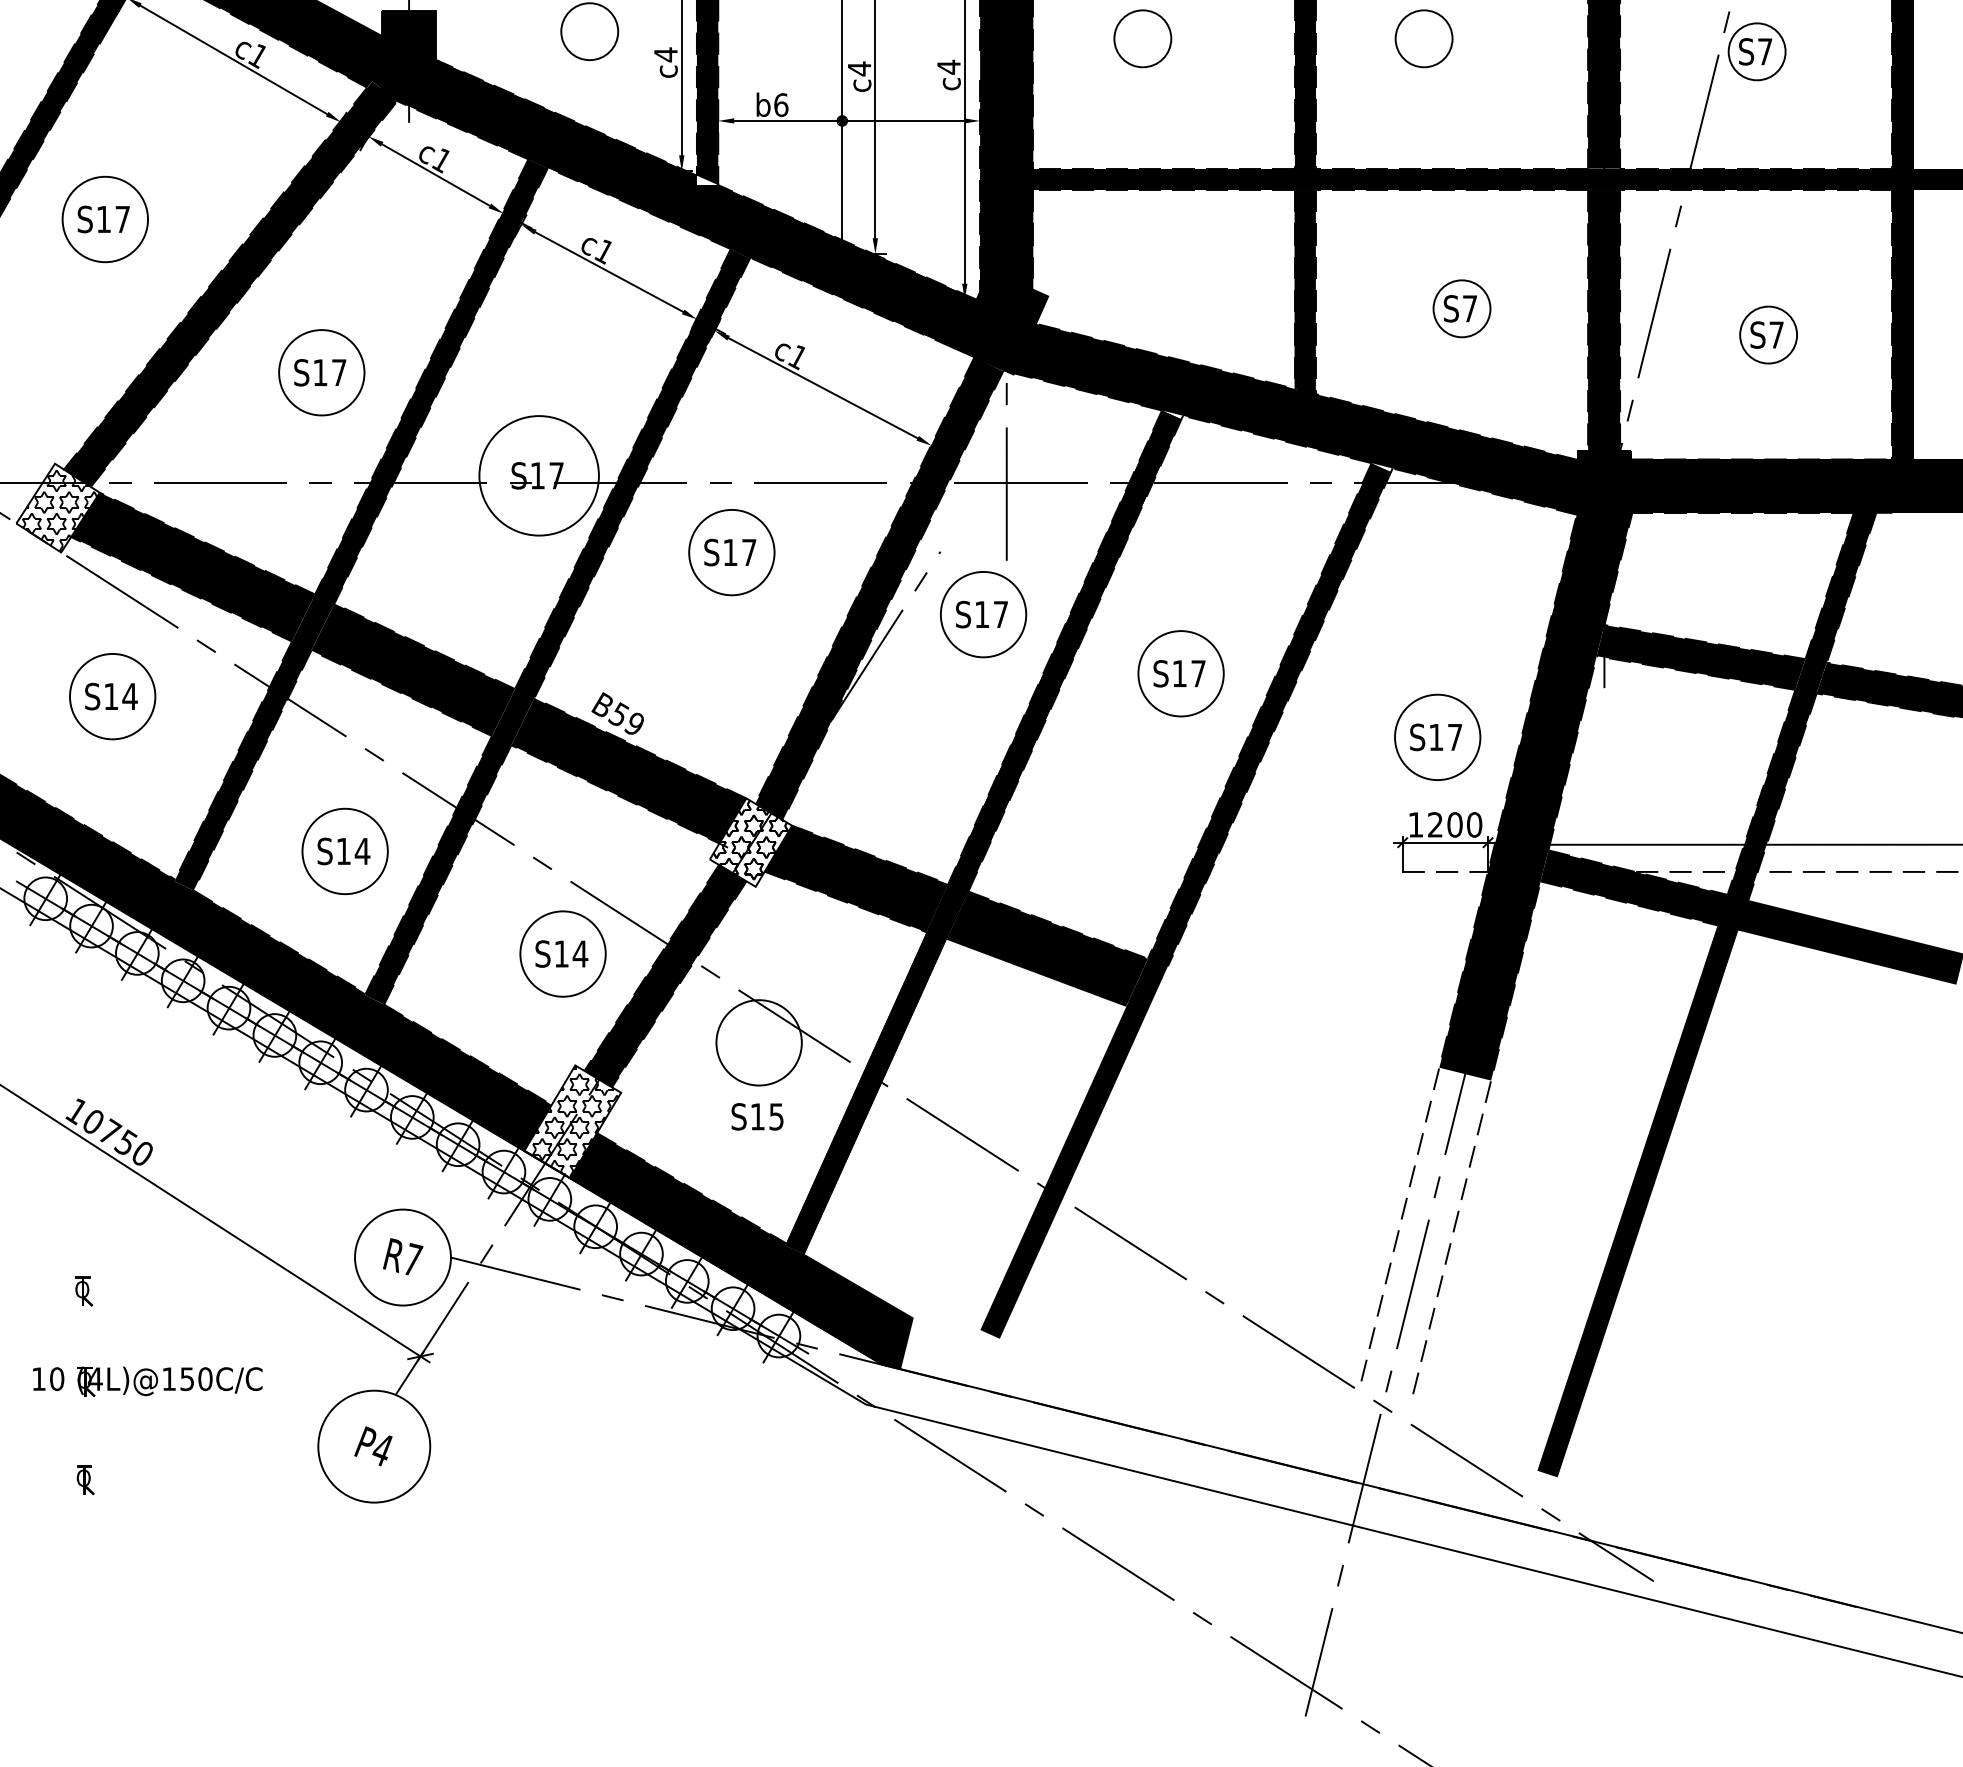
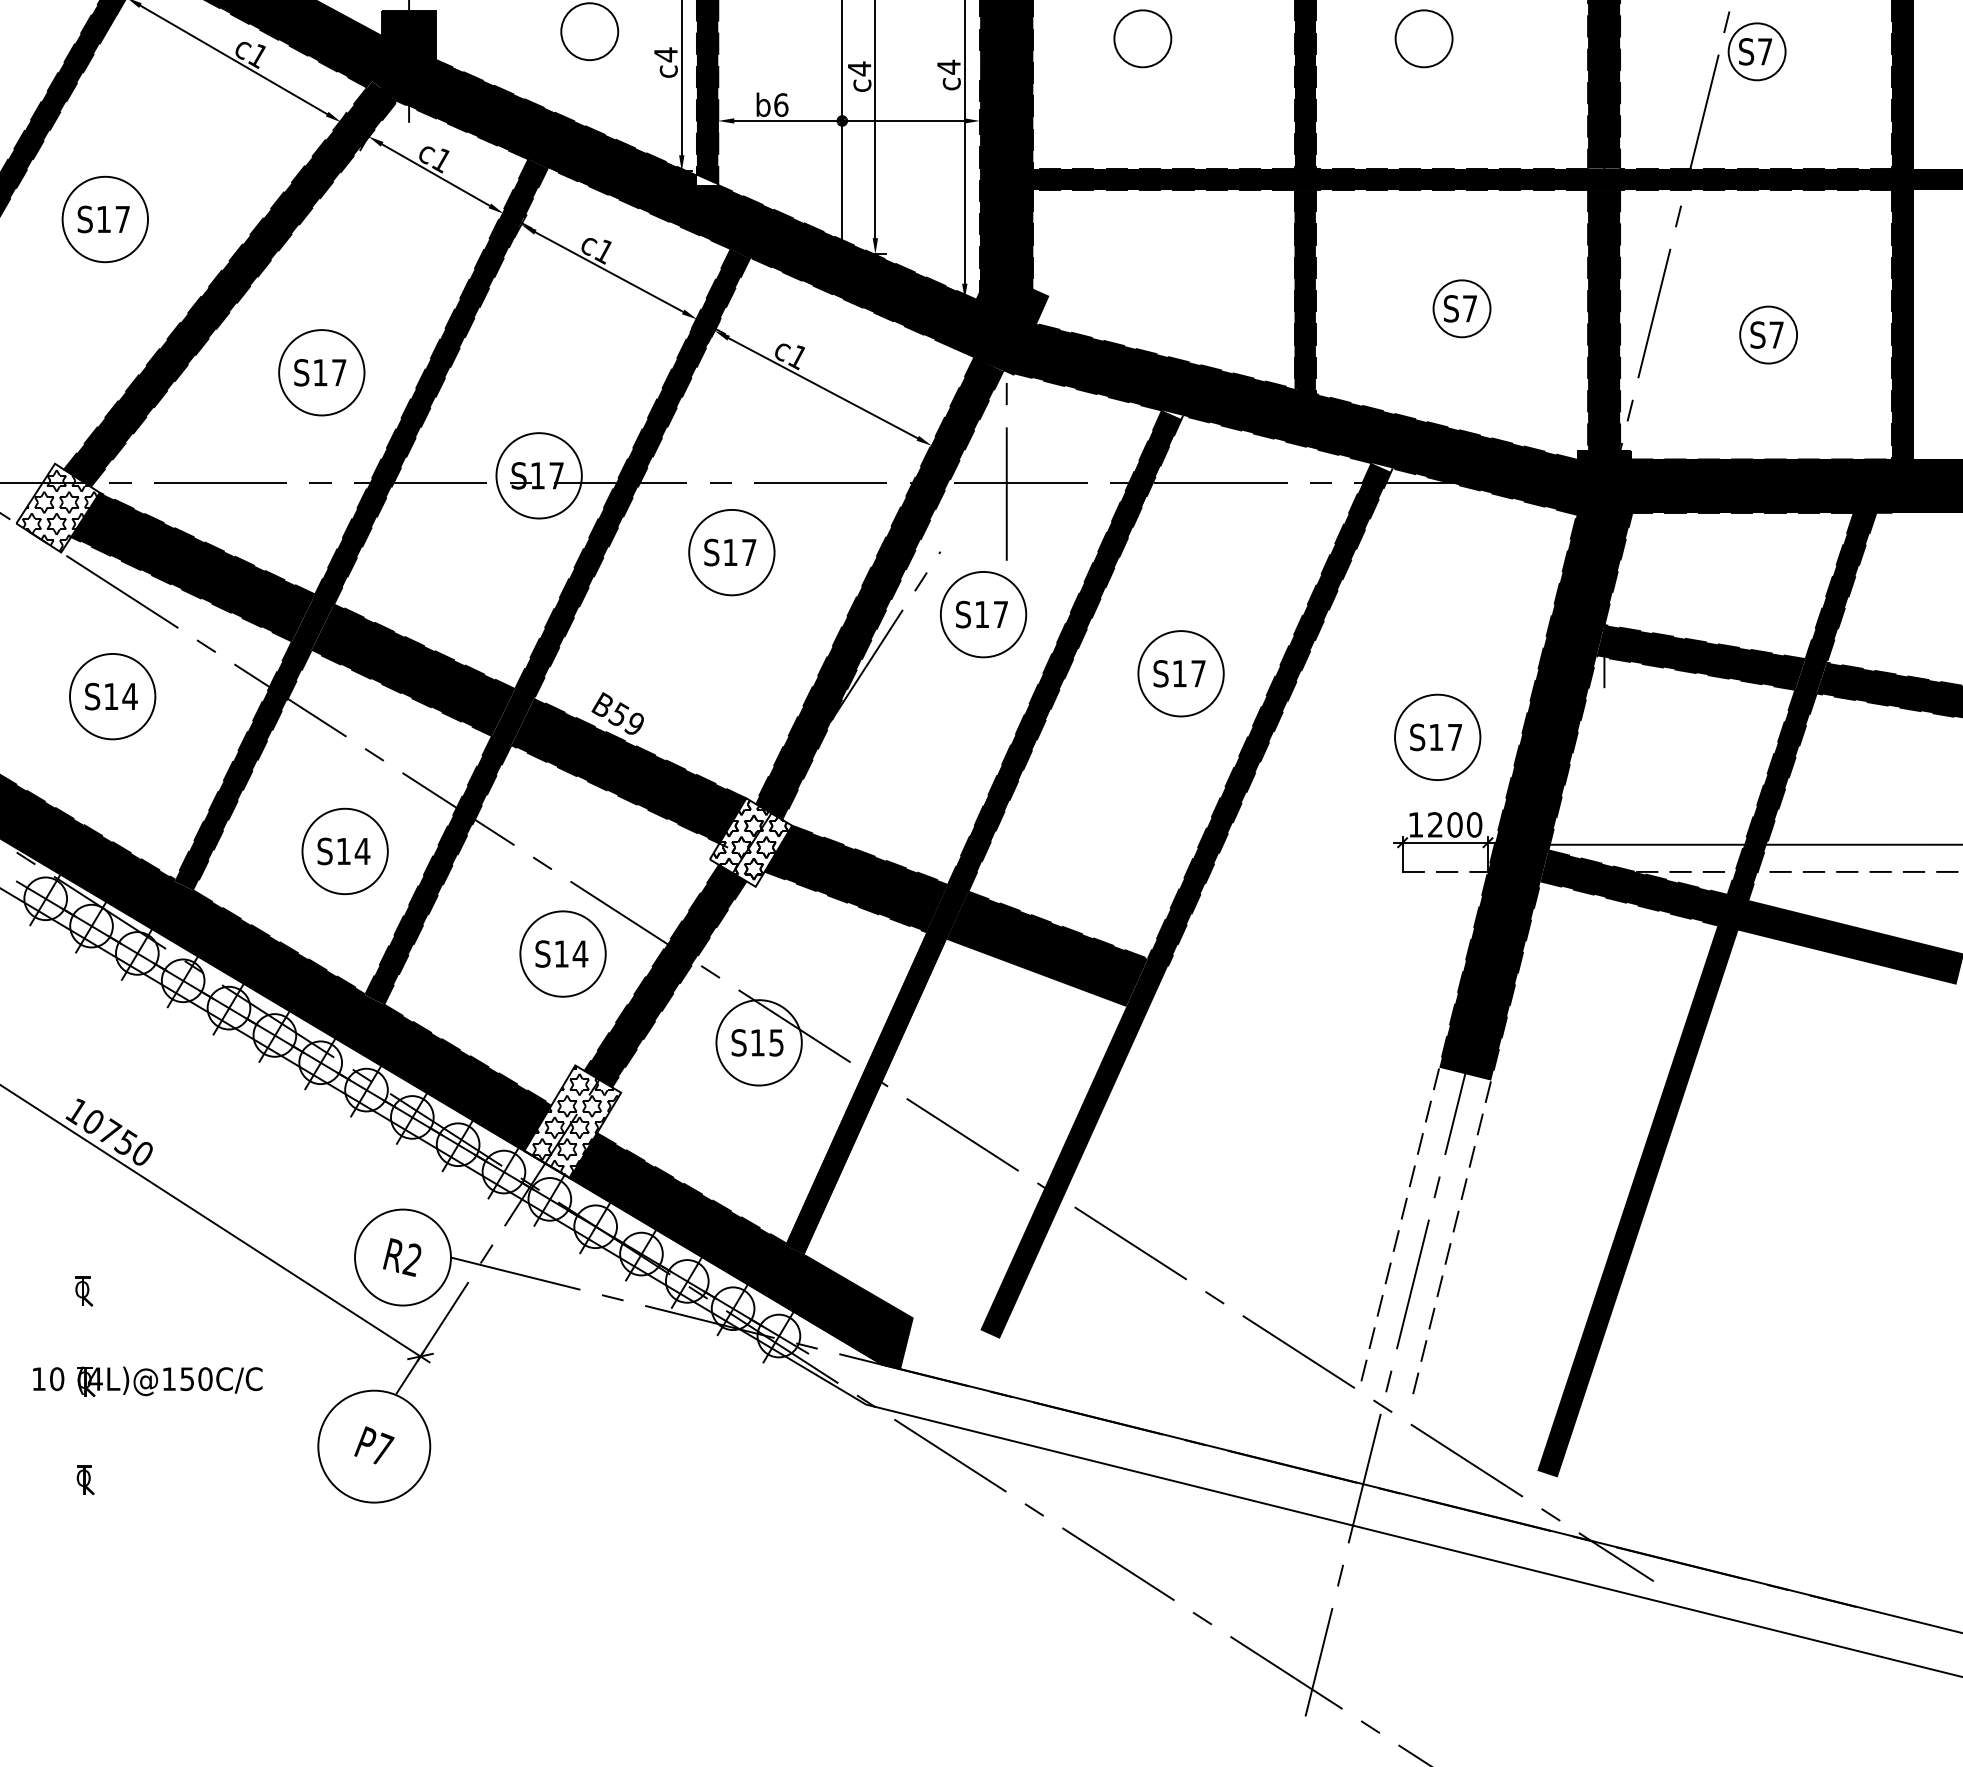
circle at (538, 475) diameter: 120 px -> 85 px
text at (757, 1116) position: (757, 1116) -> (757, 1042)
text at (412, 1259): R7 -> R2
text at (383, 1449): P4 -> P7
